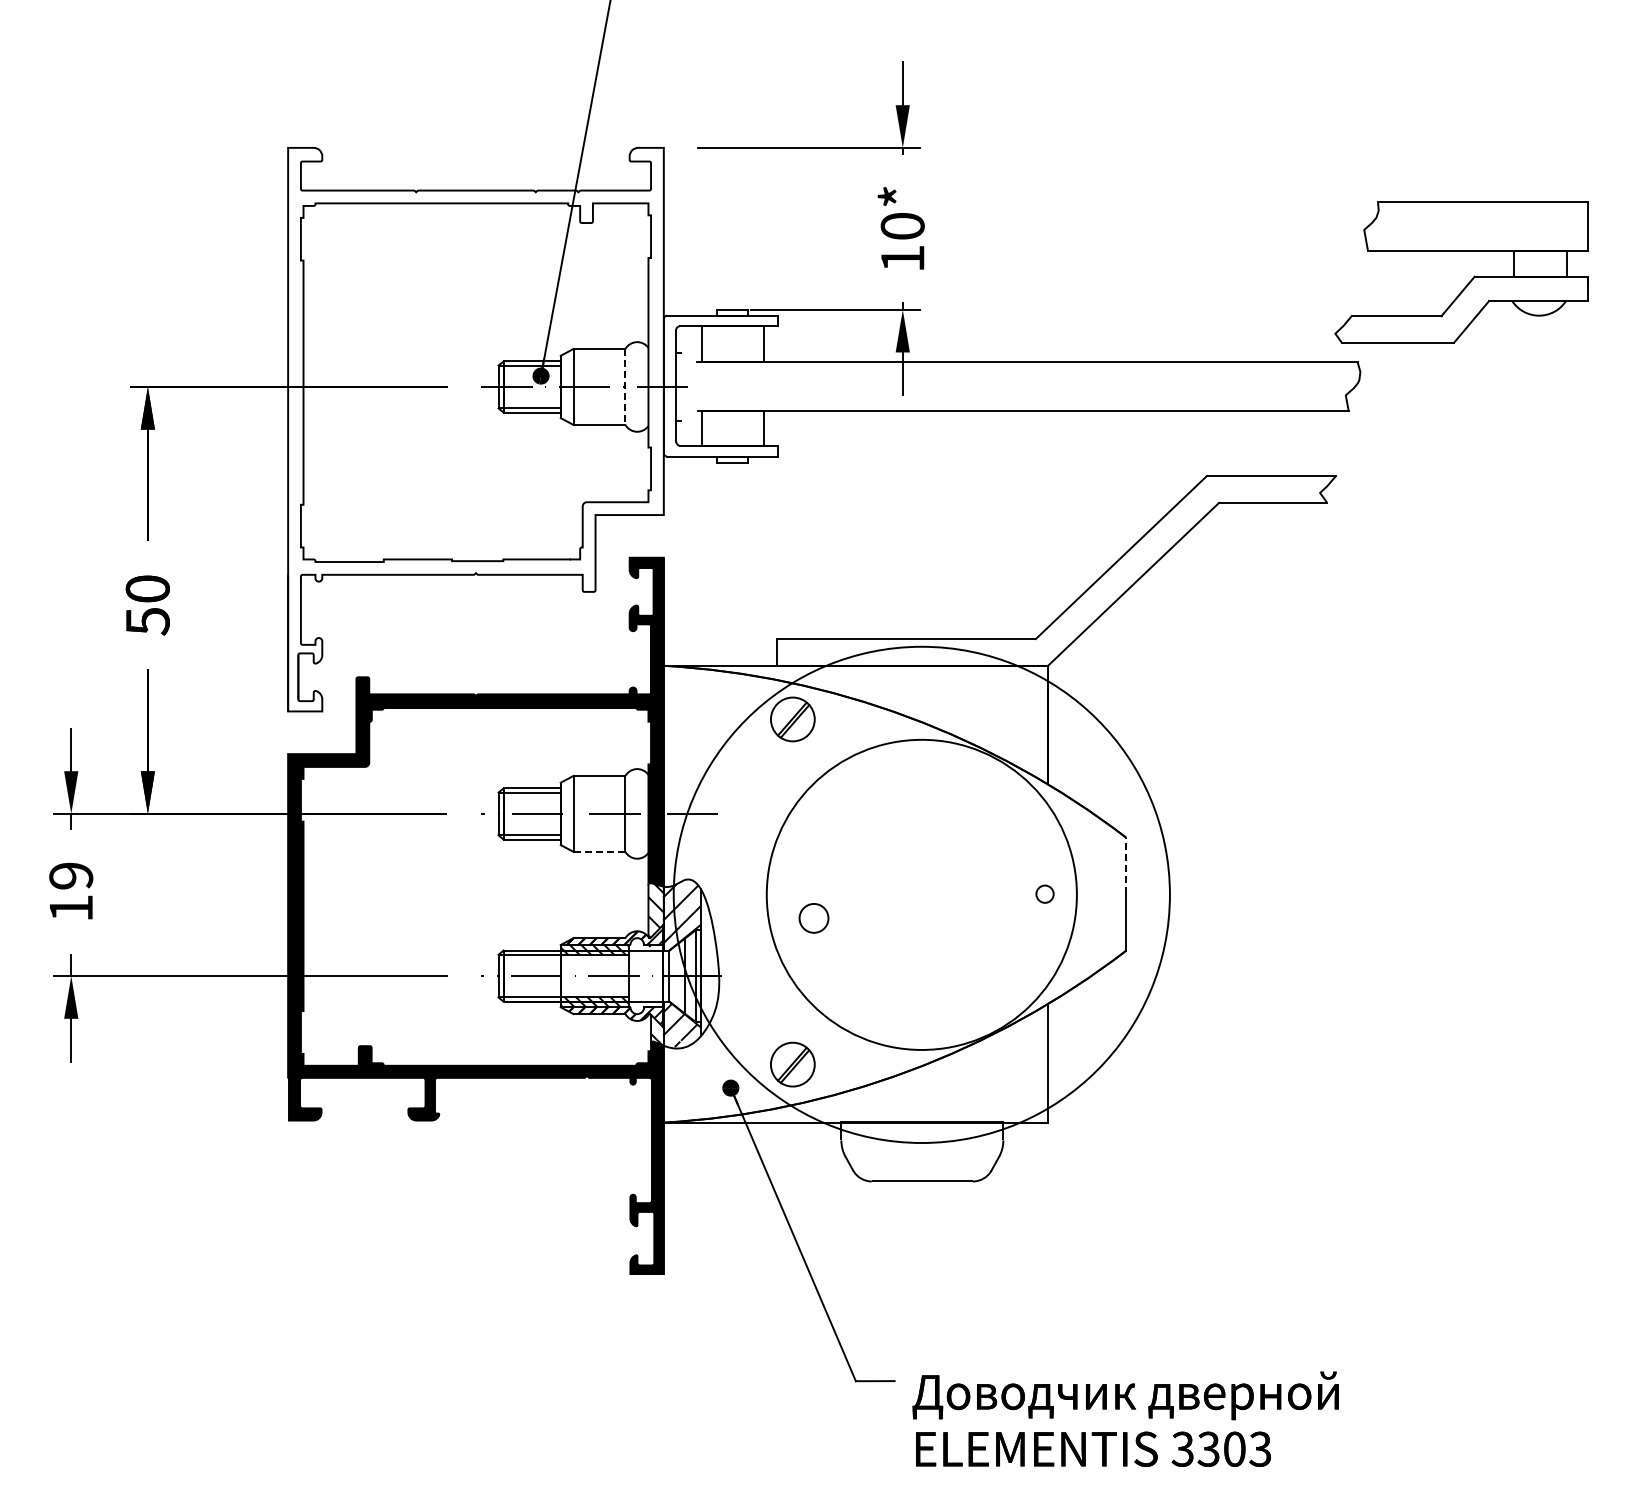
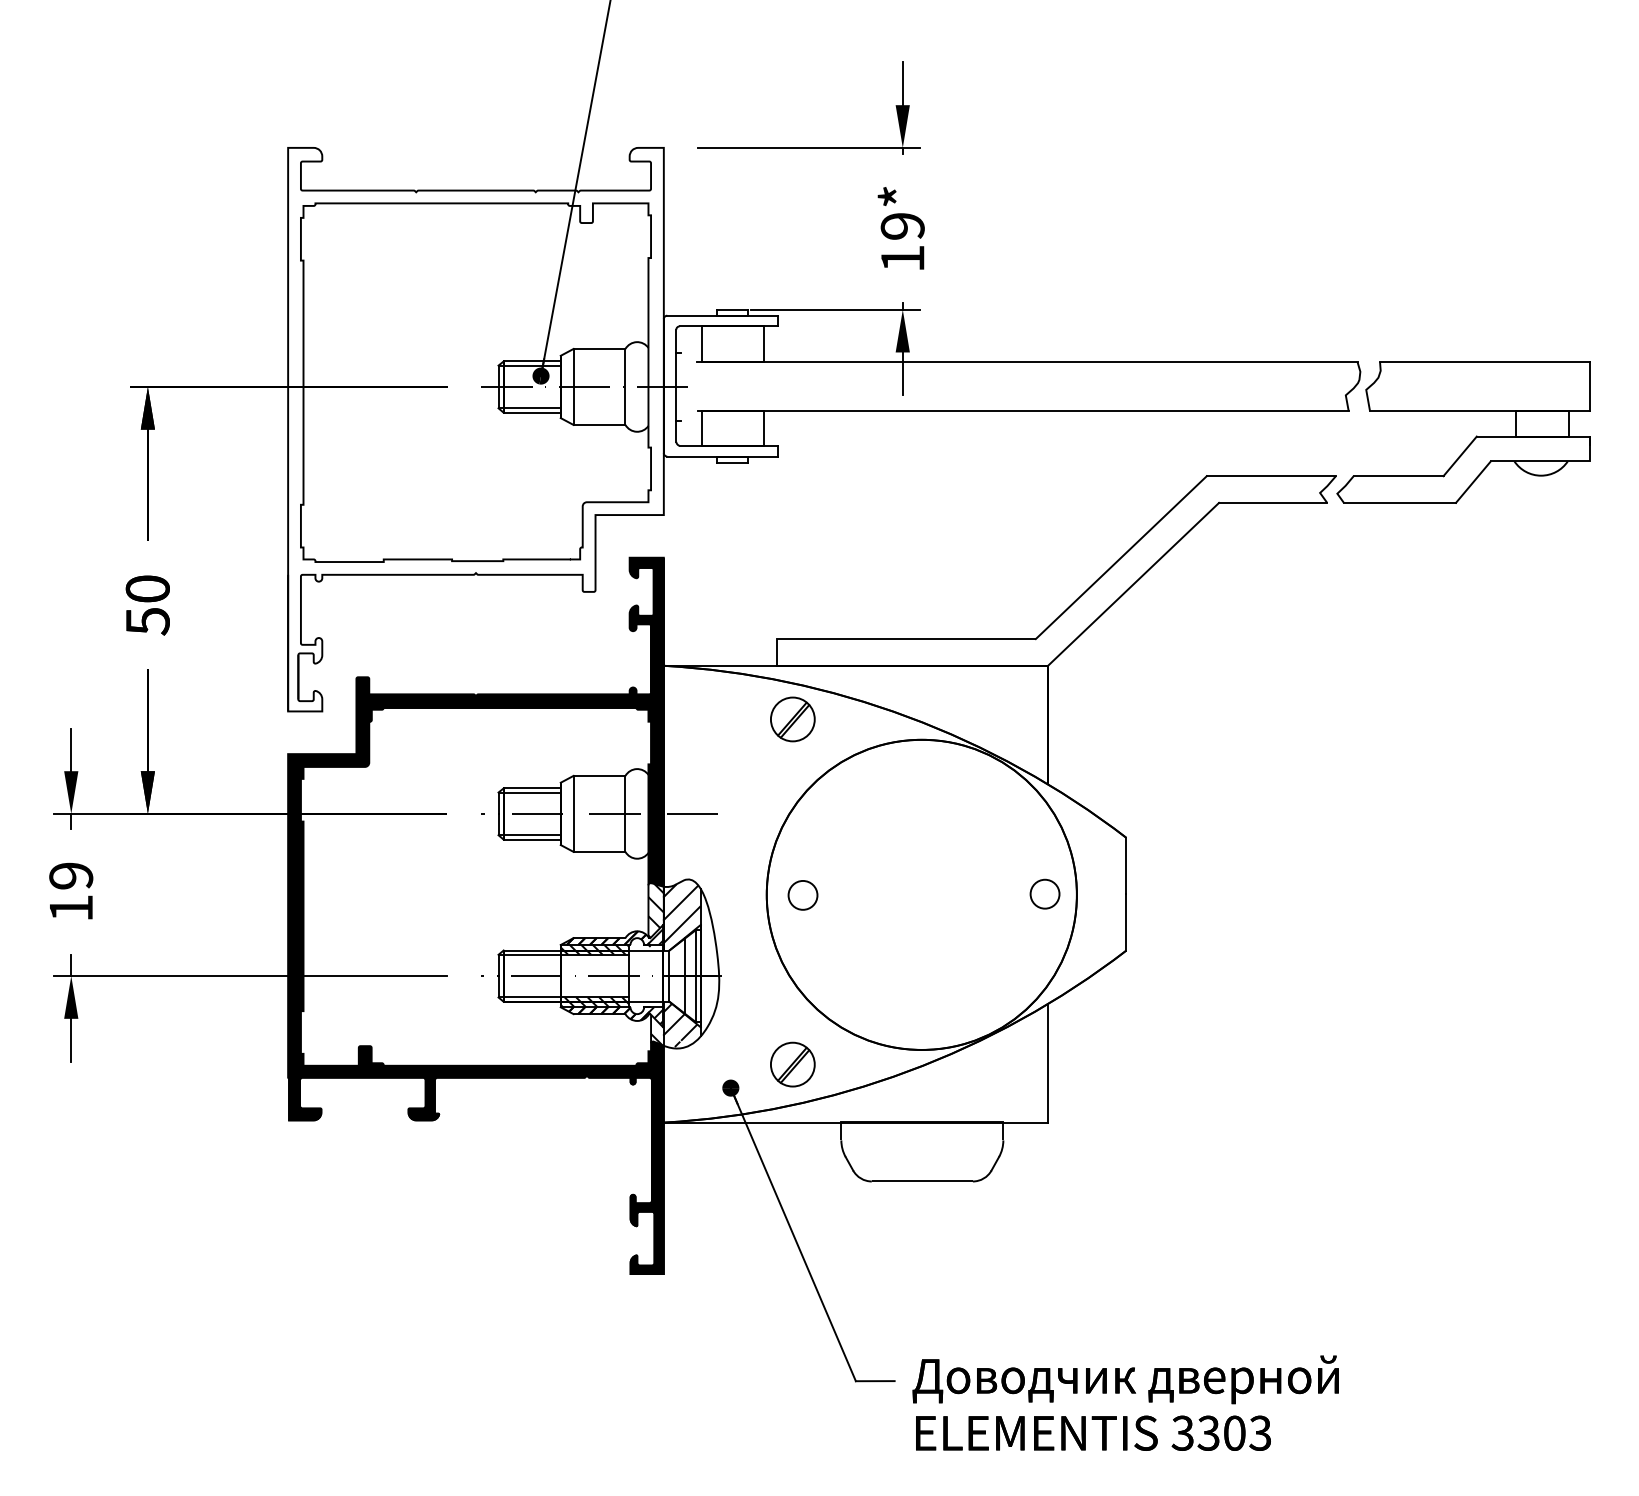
text at (902, 226): 10* -> 19*
part at (1471, 278) position: (1471, 278) -> (1473, 438)
line at (625, 386): dashed -> solid
line at (599, 851): dashed -> solid
line at (1126, 865): dashed -> solid
circle at (1044, 893) diameter: 17 px -> 29 px
circle at (921, 894) diameter: 496 px -> 310 px
circle at (813, 918) position: (813, 918) -> (802, 895)
text at (1125, 1418) position: (1125, 1418) -> (1125, 1402)
